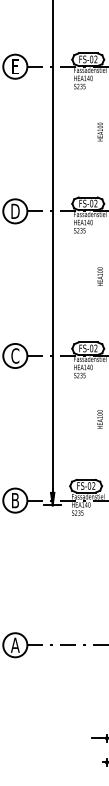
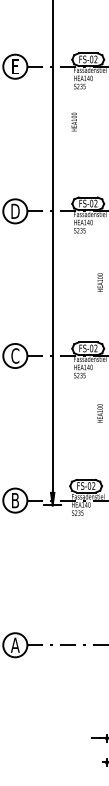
text at (99, 131) position: (99, 131) -> (73, 121)
text at (99, 276) position: (99, 276) -> (99, 282)
text at (99, 419) position: (99, 419) -> (99, 413)
